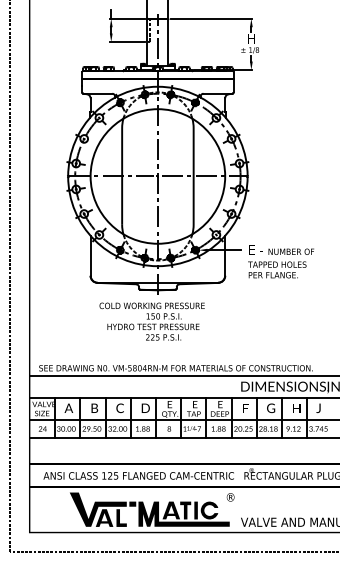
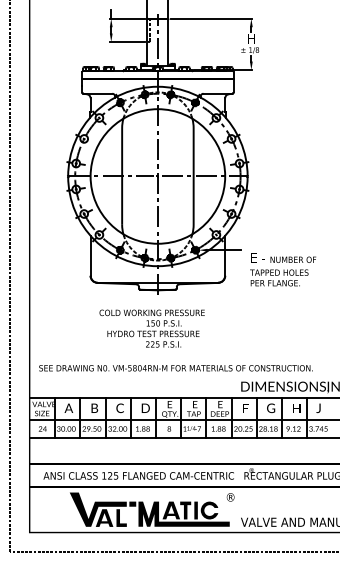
text at (280, 261) position: (280, 261) -> (282, 269)
text at (151, 321) position: (151, 321) -> (151, 328)
line at (183, 375): present -> none
